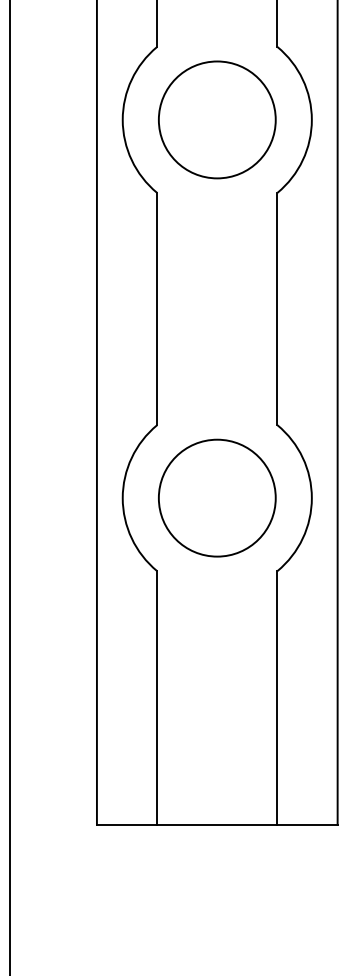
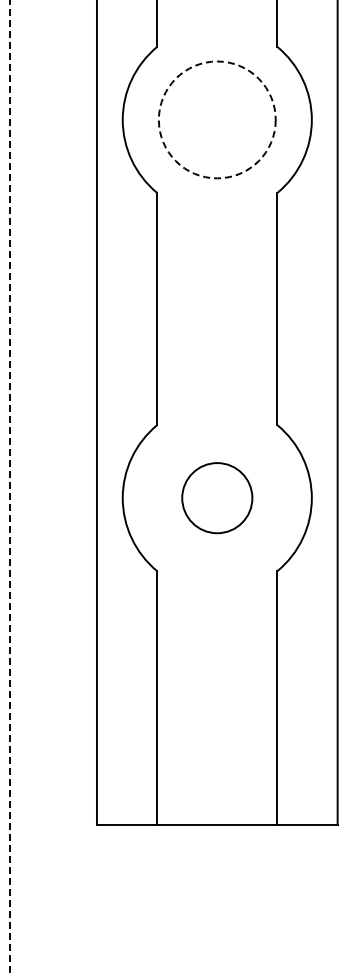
circle at (216, 119): solid -> dashed
line at (10, 487): solid -> dashed
circle at (216, 497) diameter: 117 px -> 70 px
